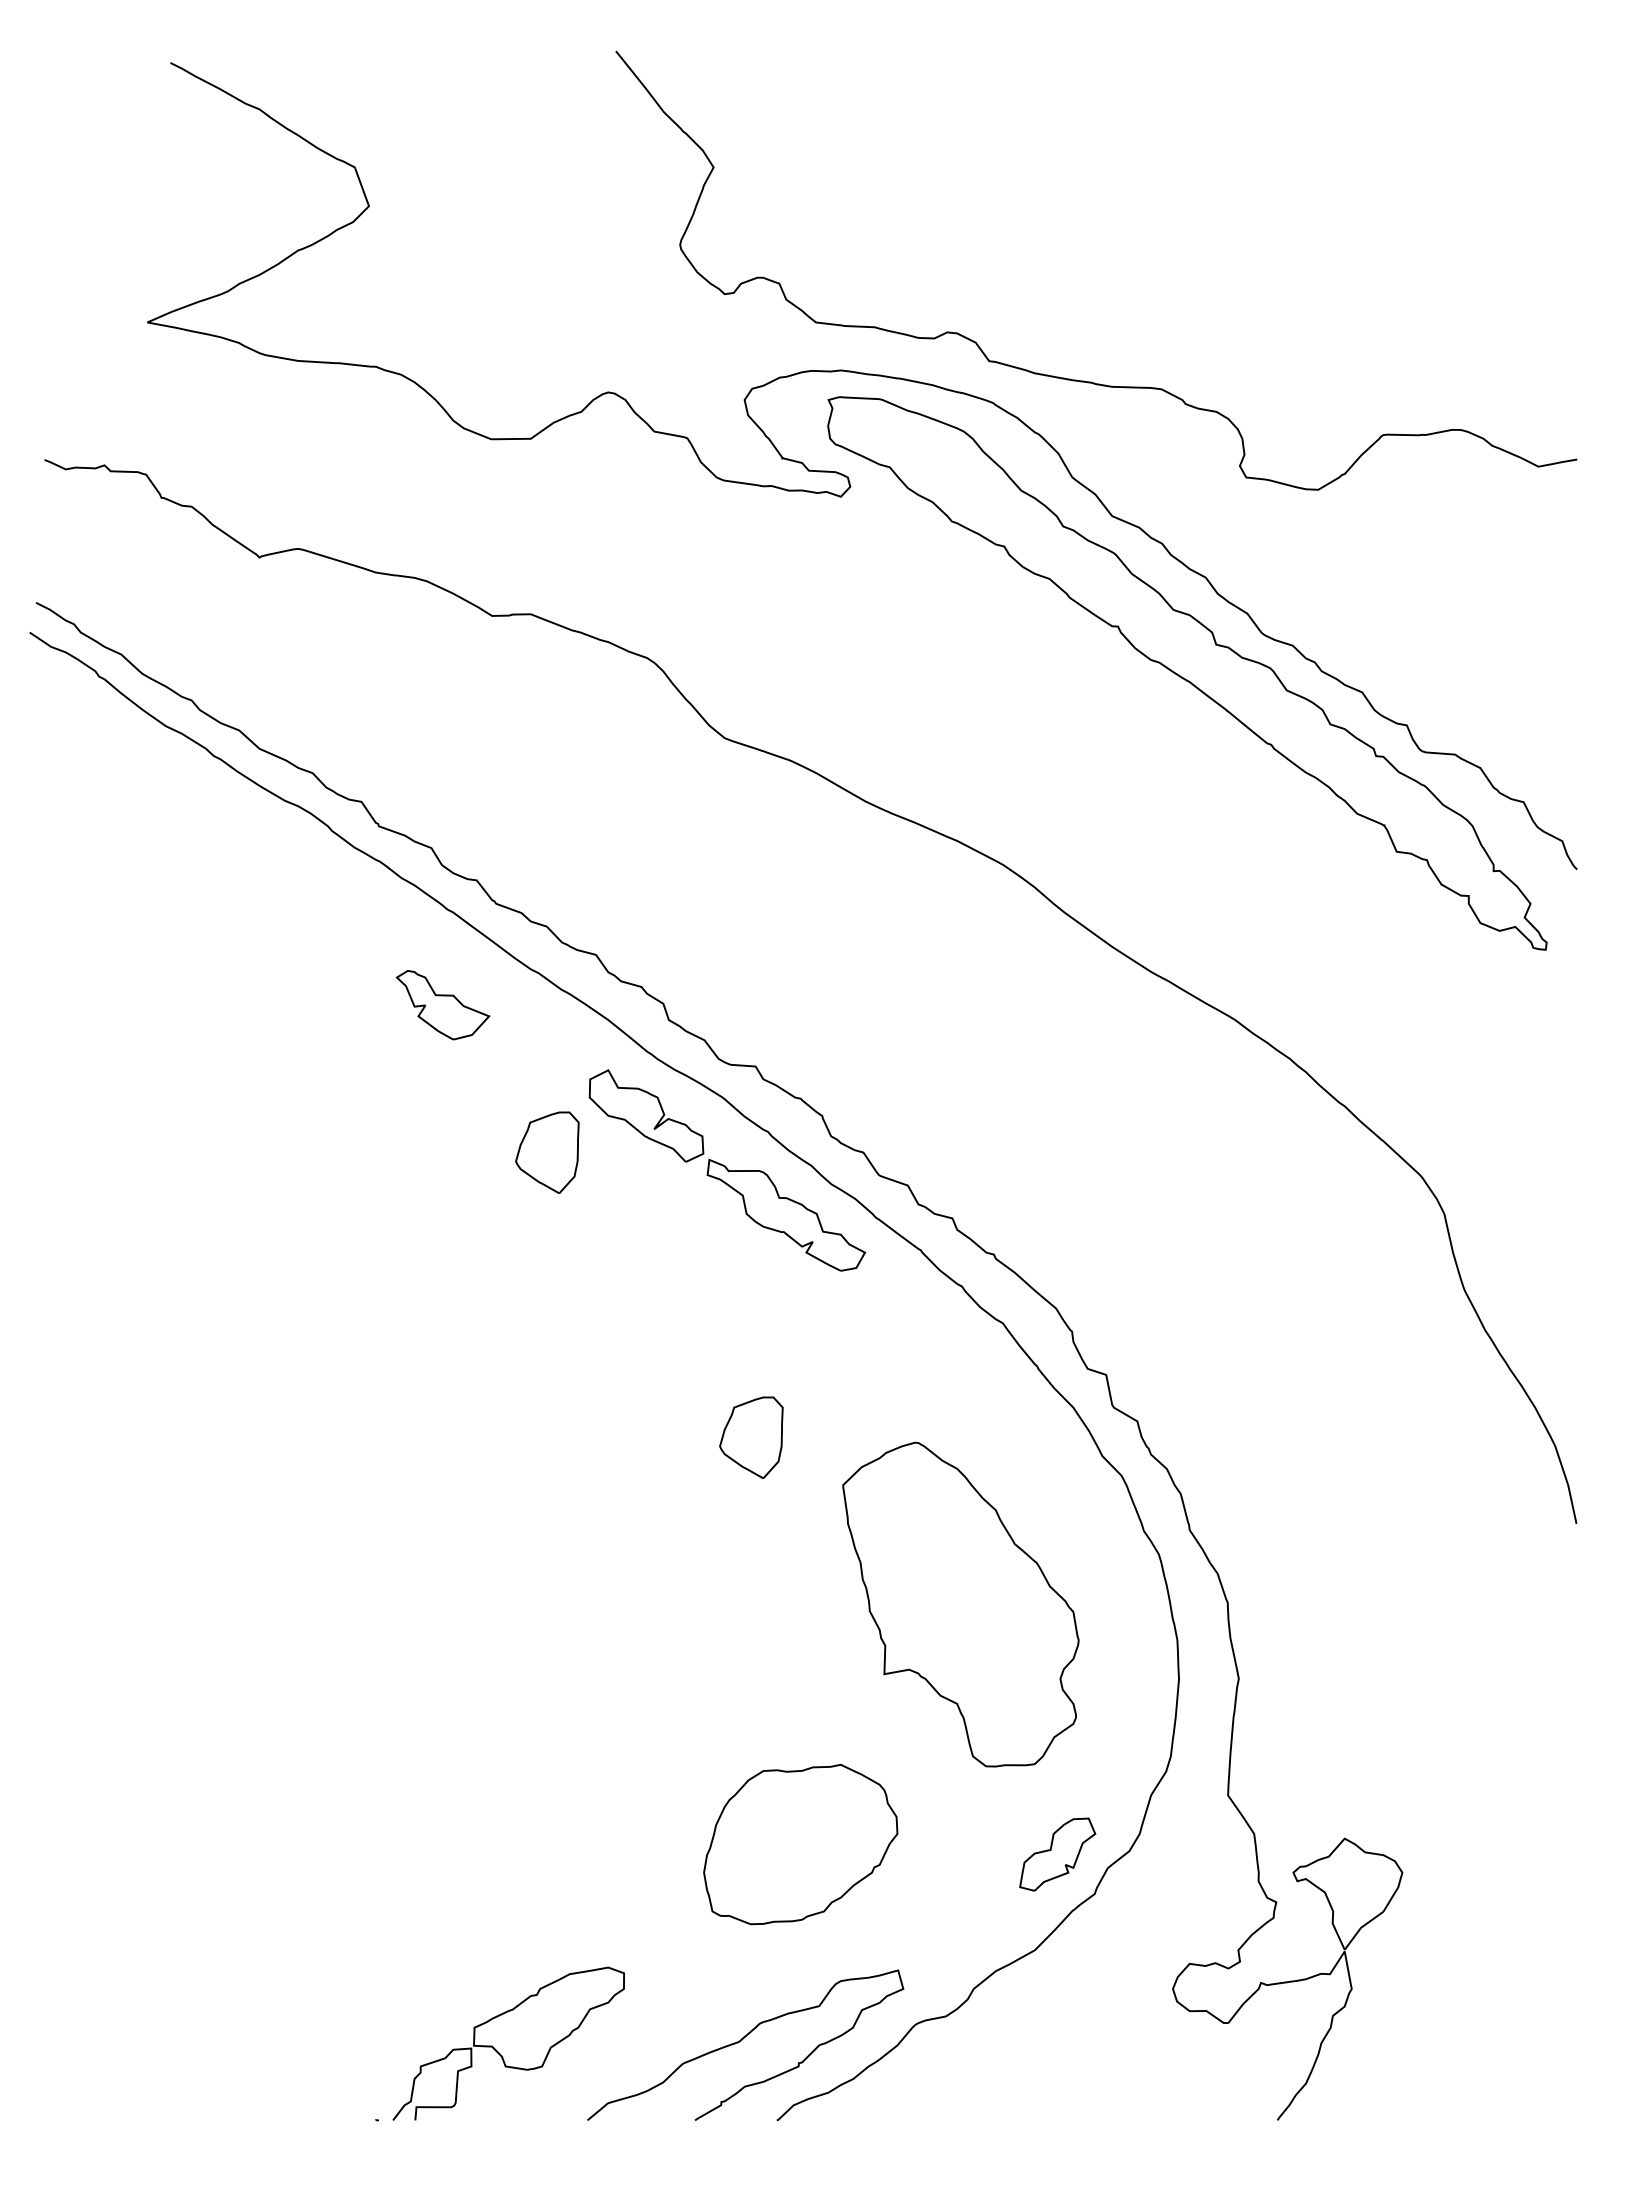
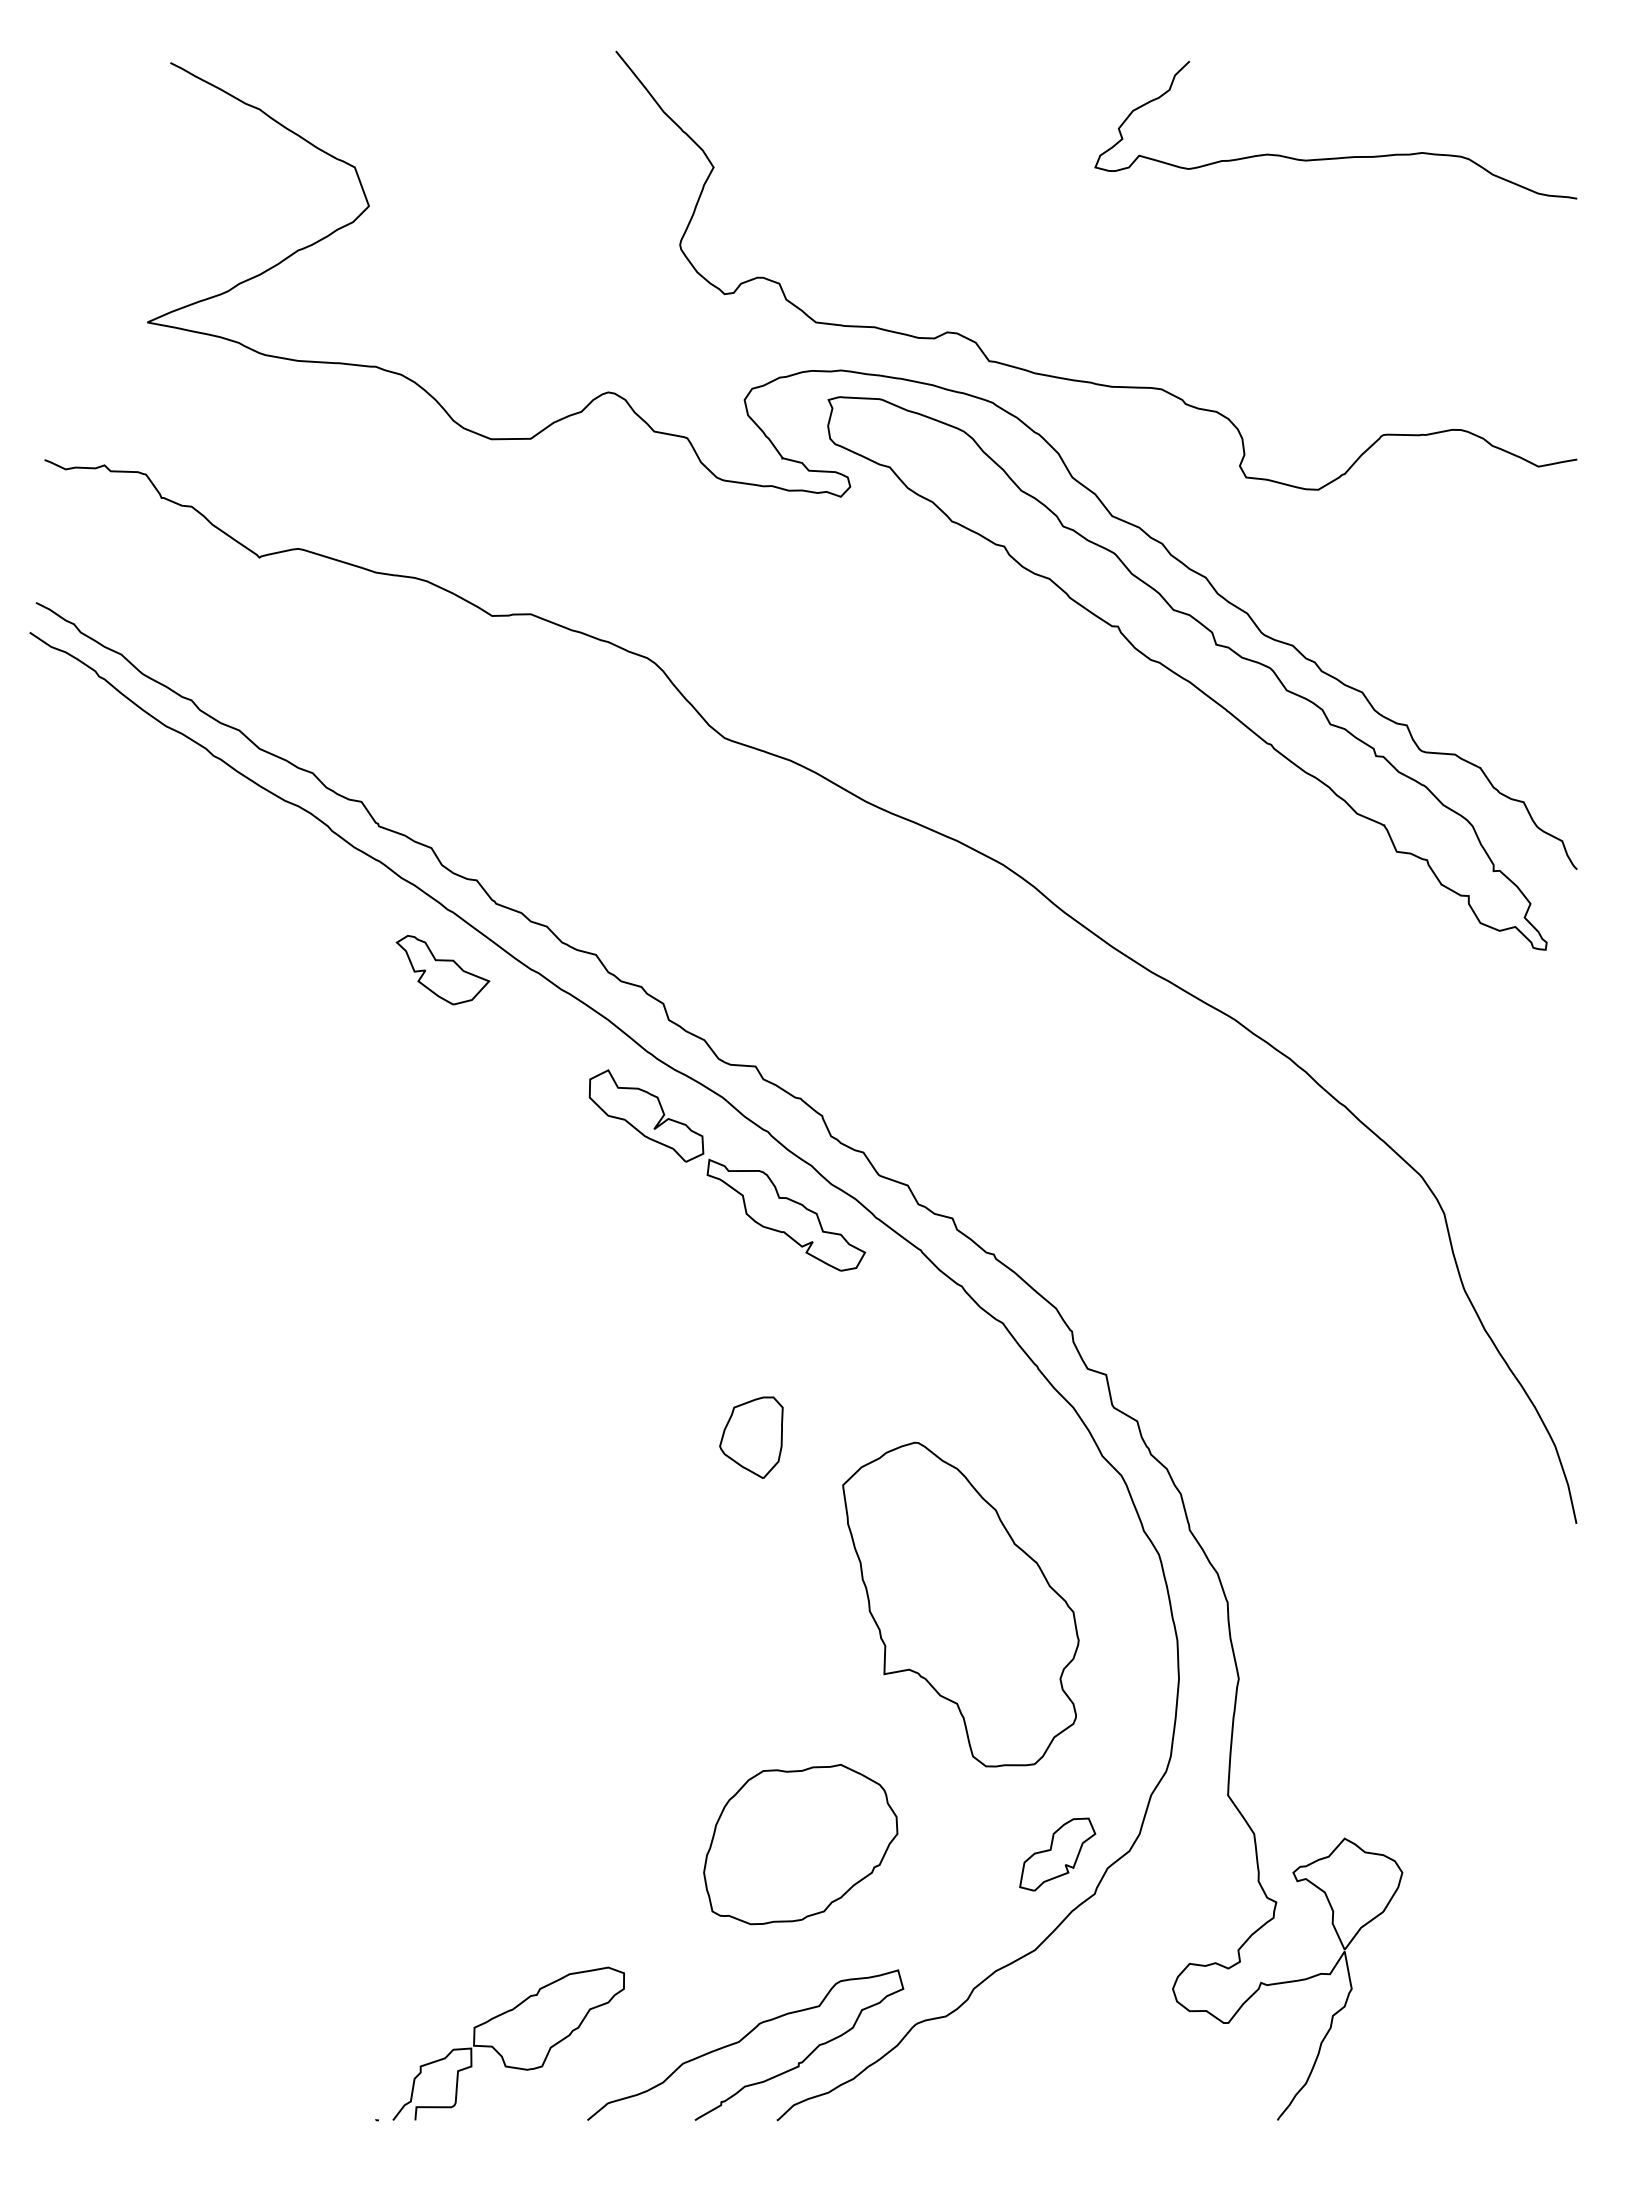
curve at (1335, 157): none -> present
part at (442, 1005) position: (442, 1005) -> (442, 970)
part at (547, 1152): present -> none
